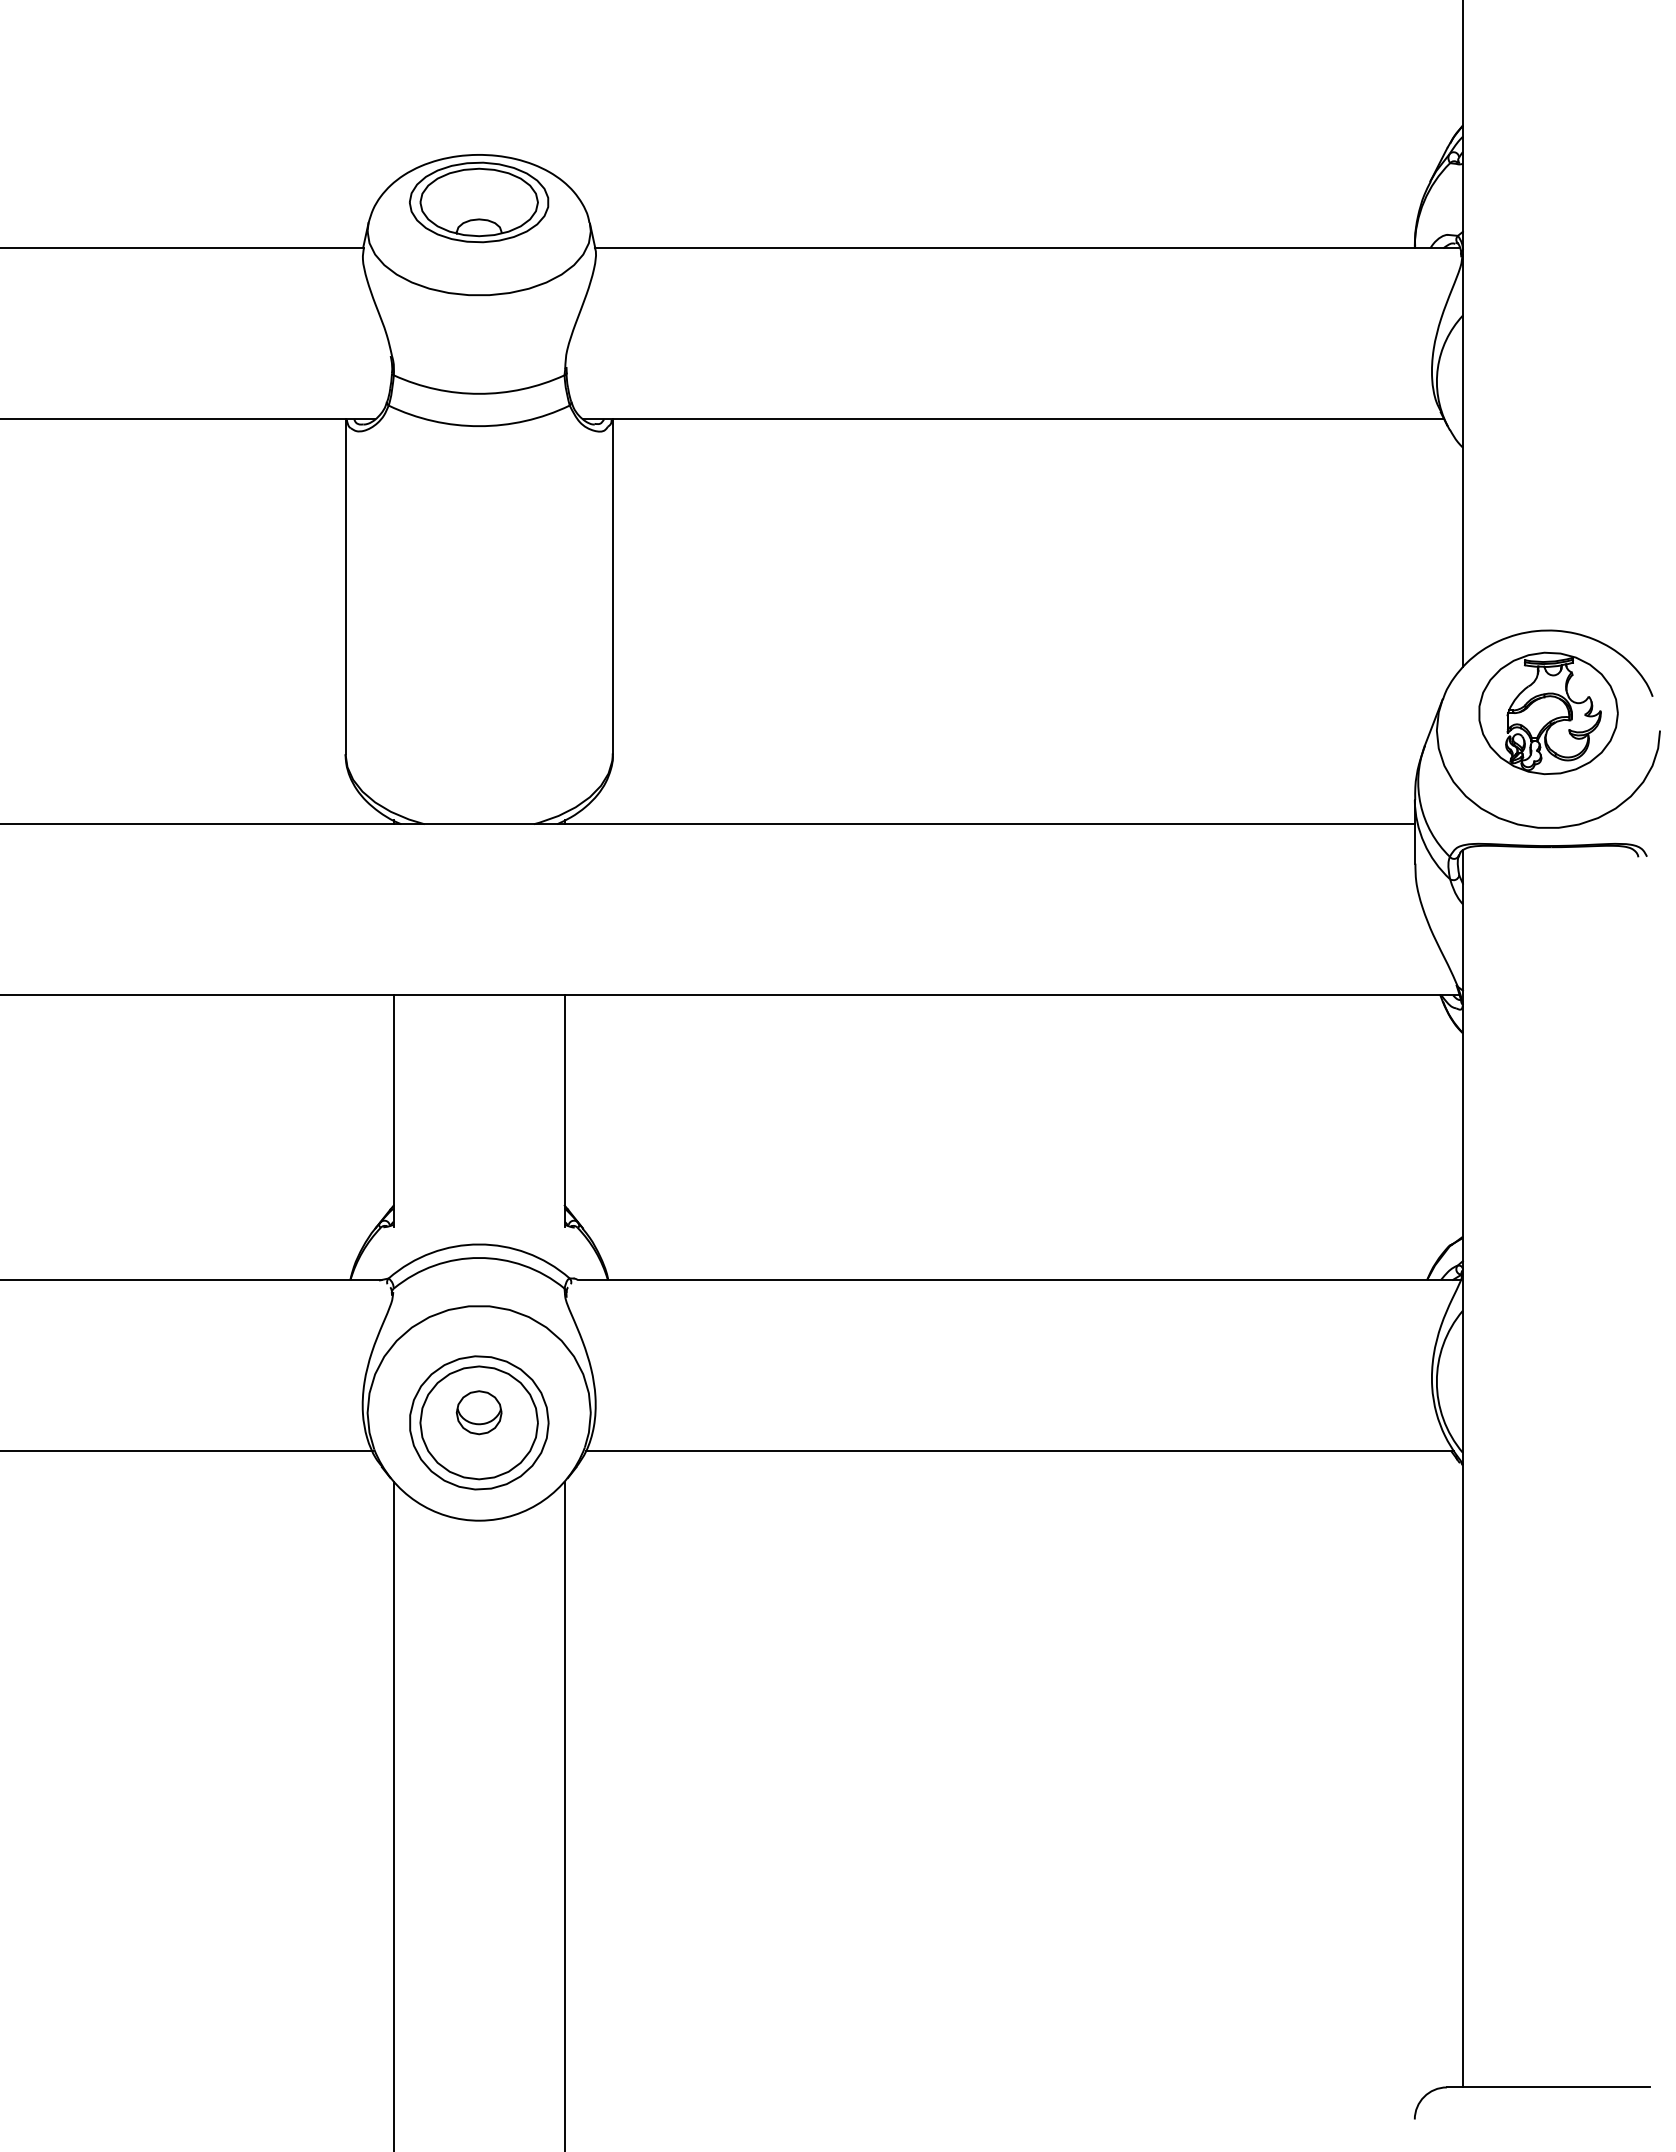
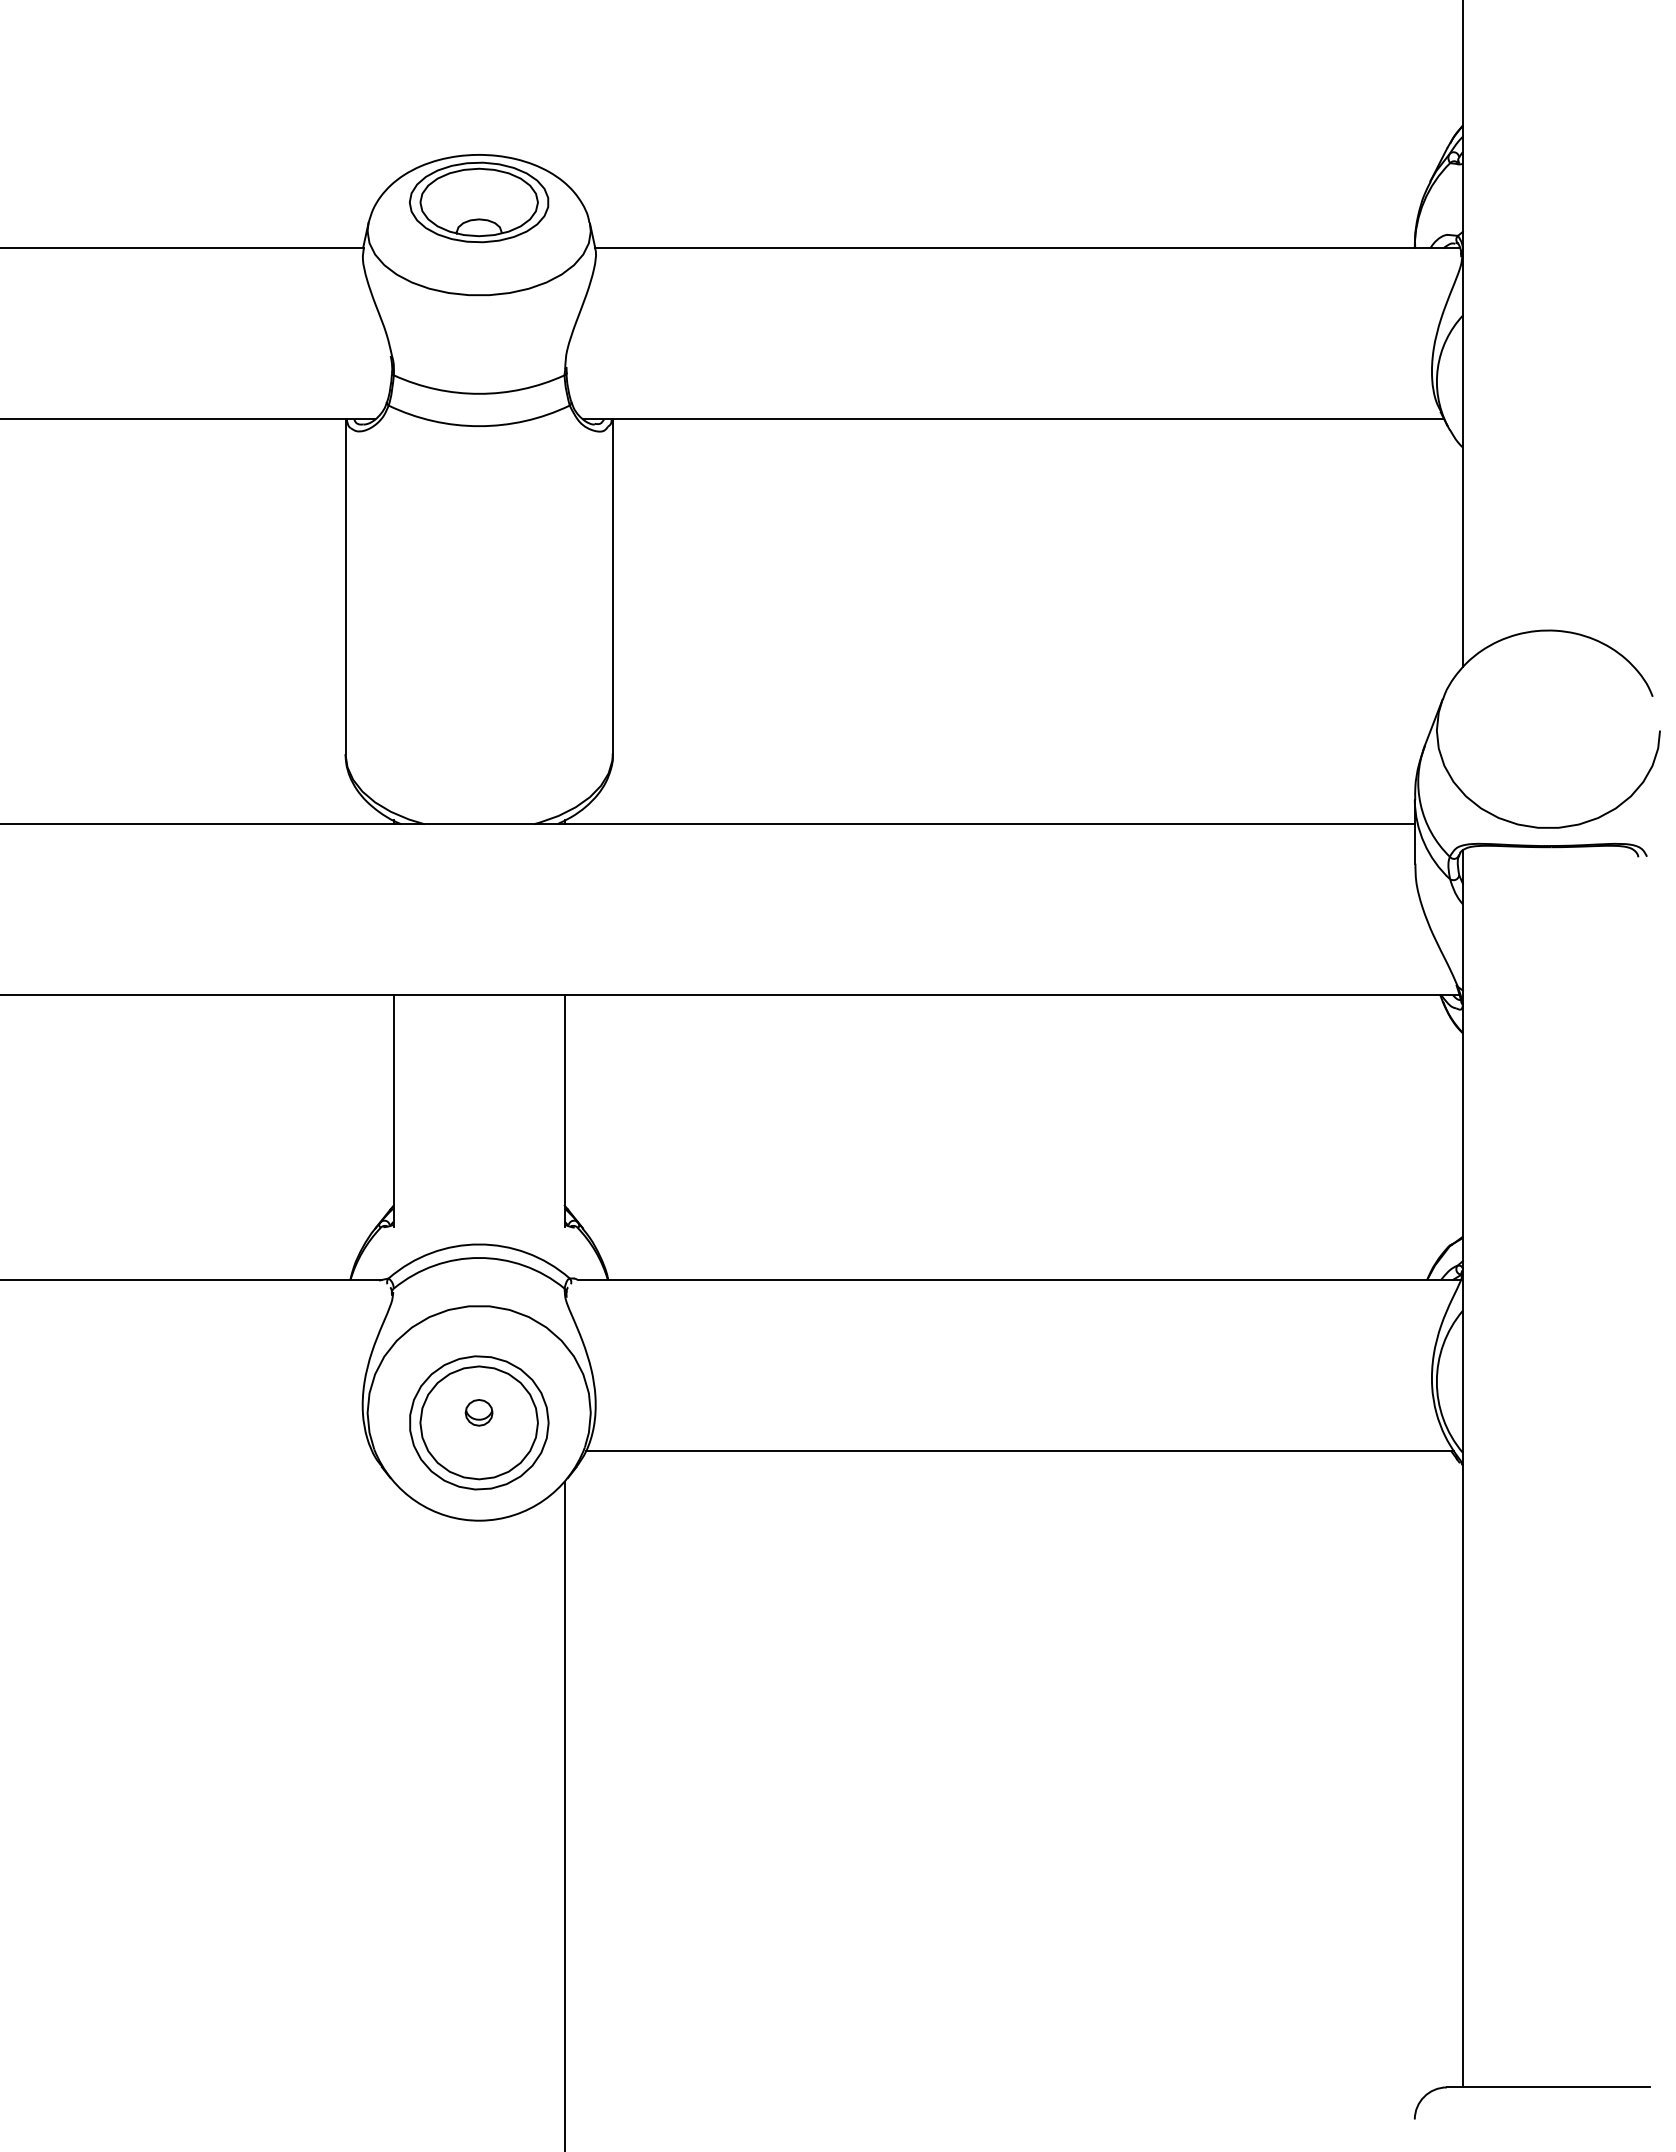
part at (1548, 713): present -> none
part at (478, 1412) size: 48x46 px -> 30x28 px
line at (187, 1450): present -> none
line at (393, 1814): present -> none
